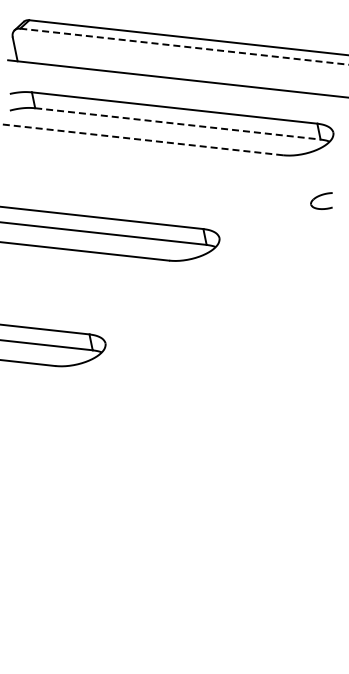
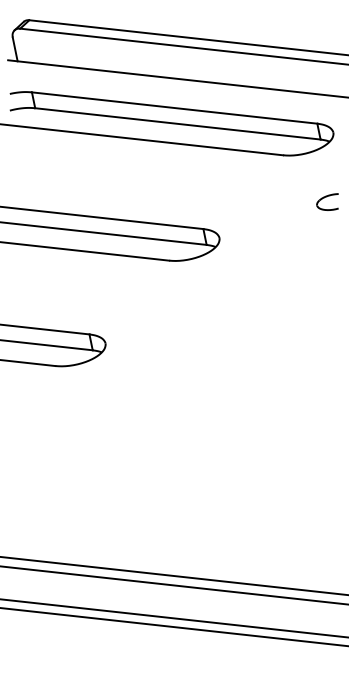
line at (184, 46): dashed -> solid
line at (177, 123): dashed -> solid
line at (141, 139): dashed -> solid
part at (321, 200) position: (321, 200) -> (327, 201)
line at (173, 575): none -> present
line at (173, 585): none -> present
line at (173, 618): none -> present
line at (173, 626): none -> present
